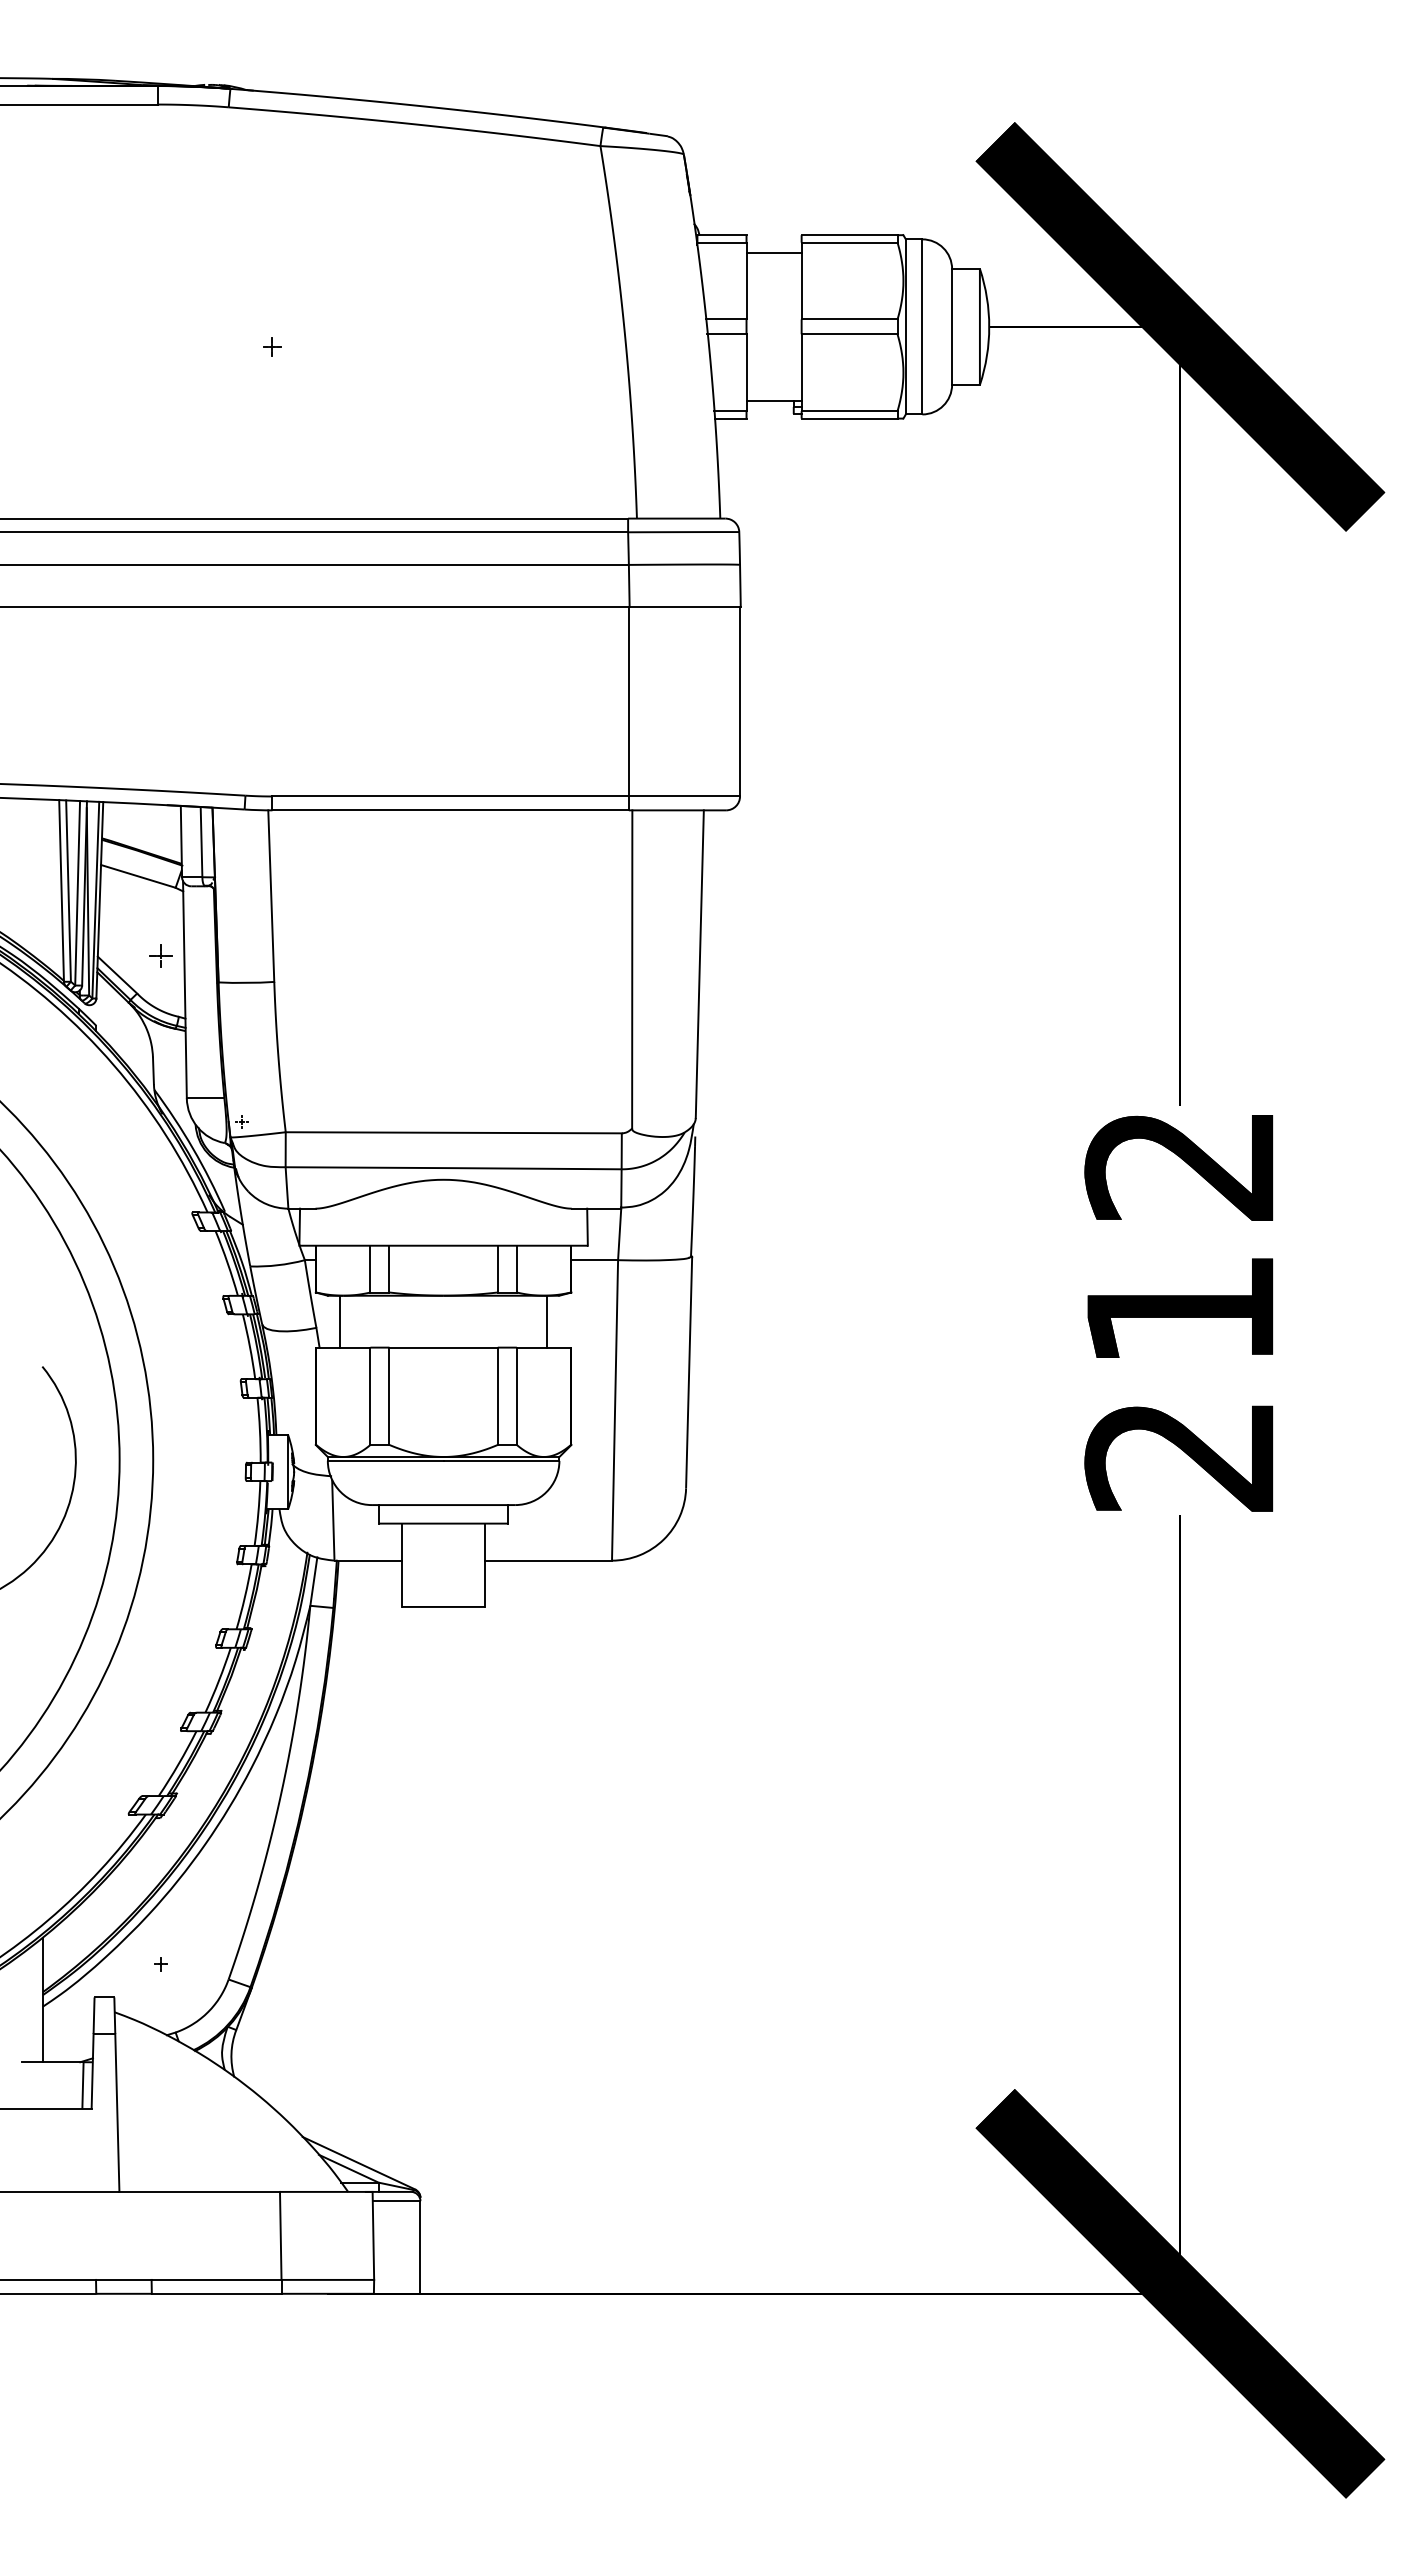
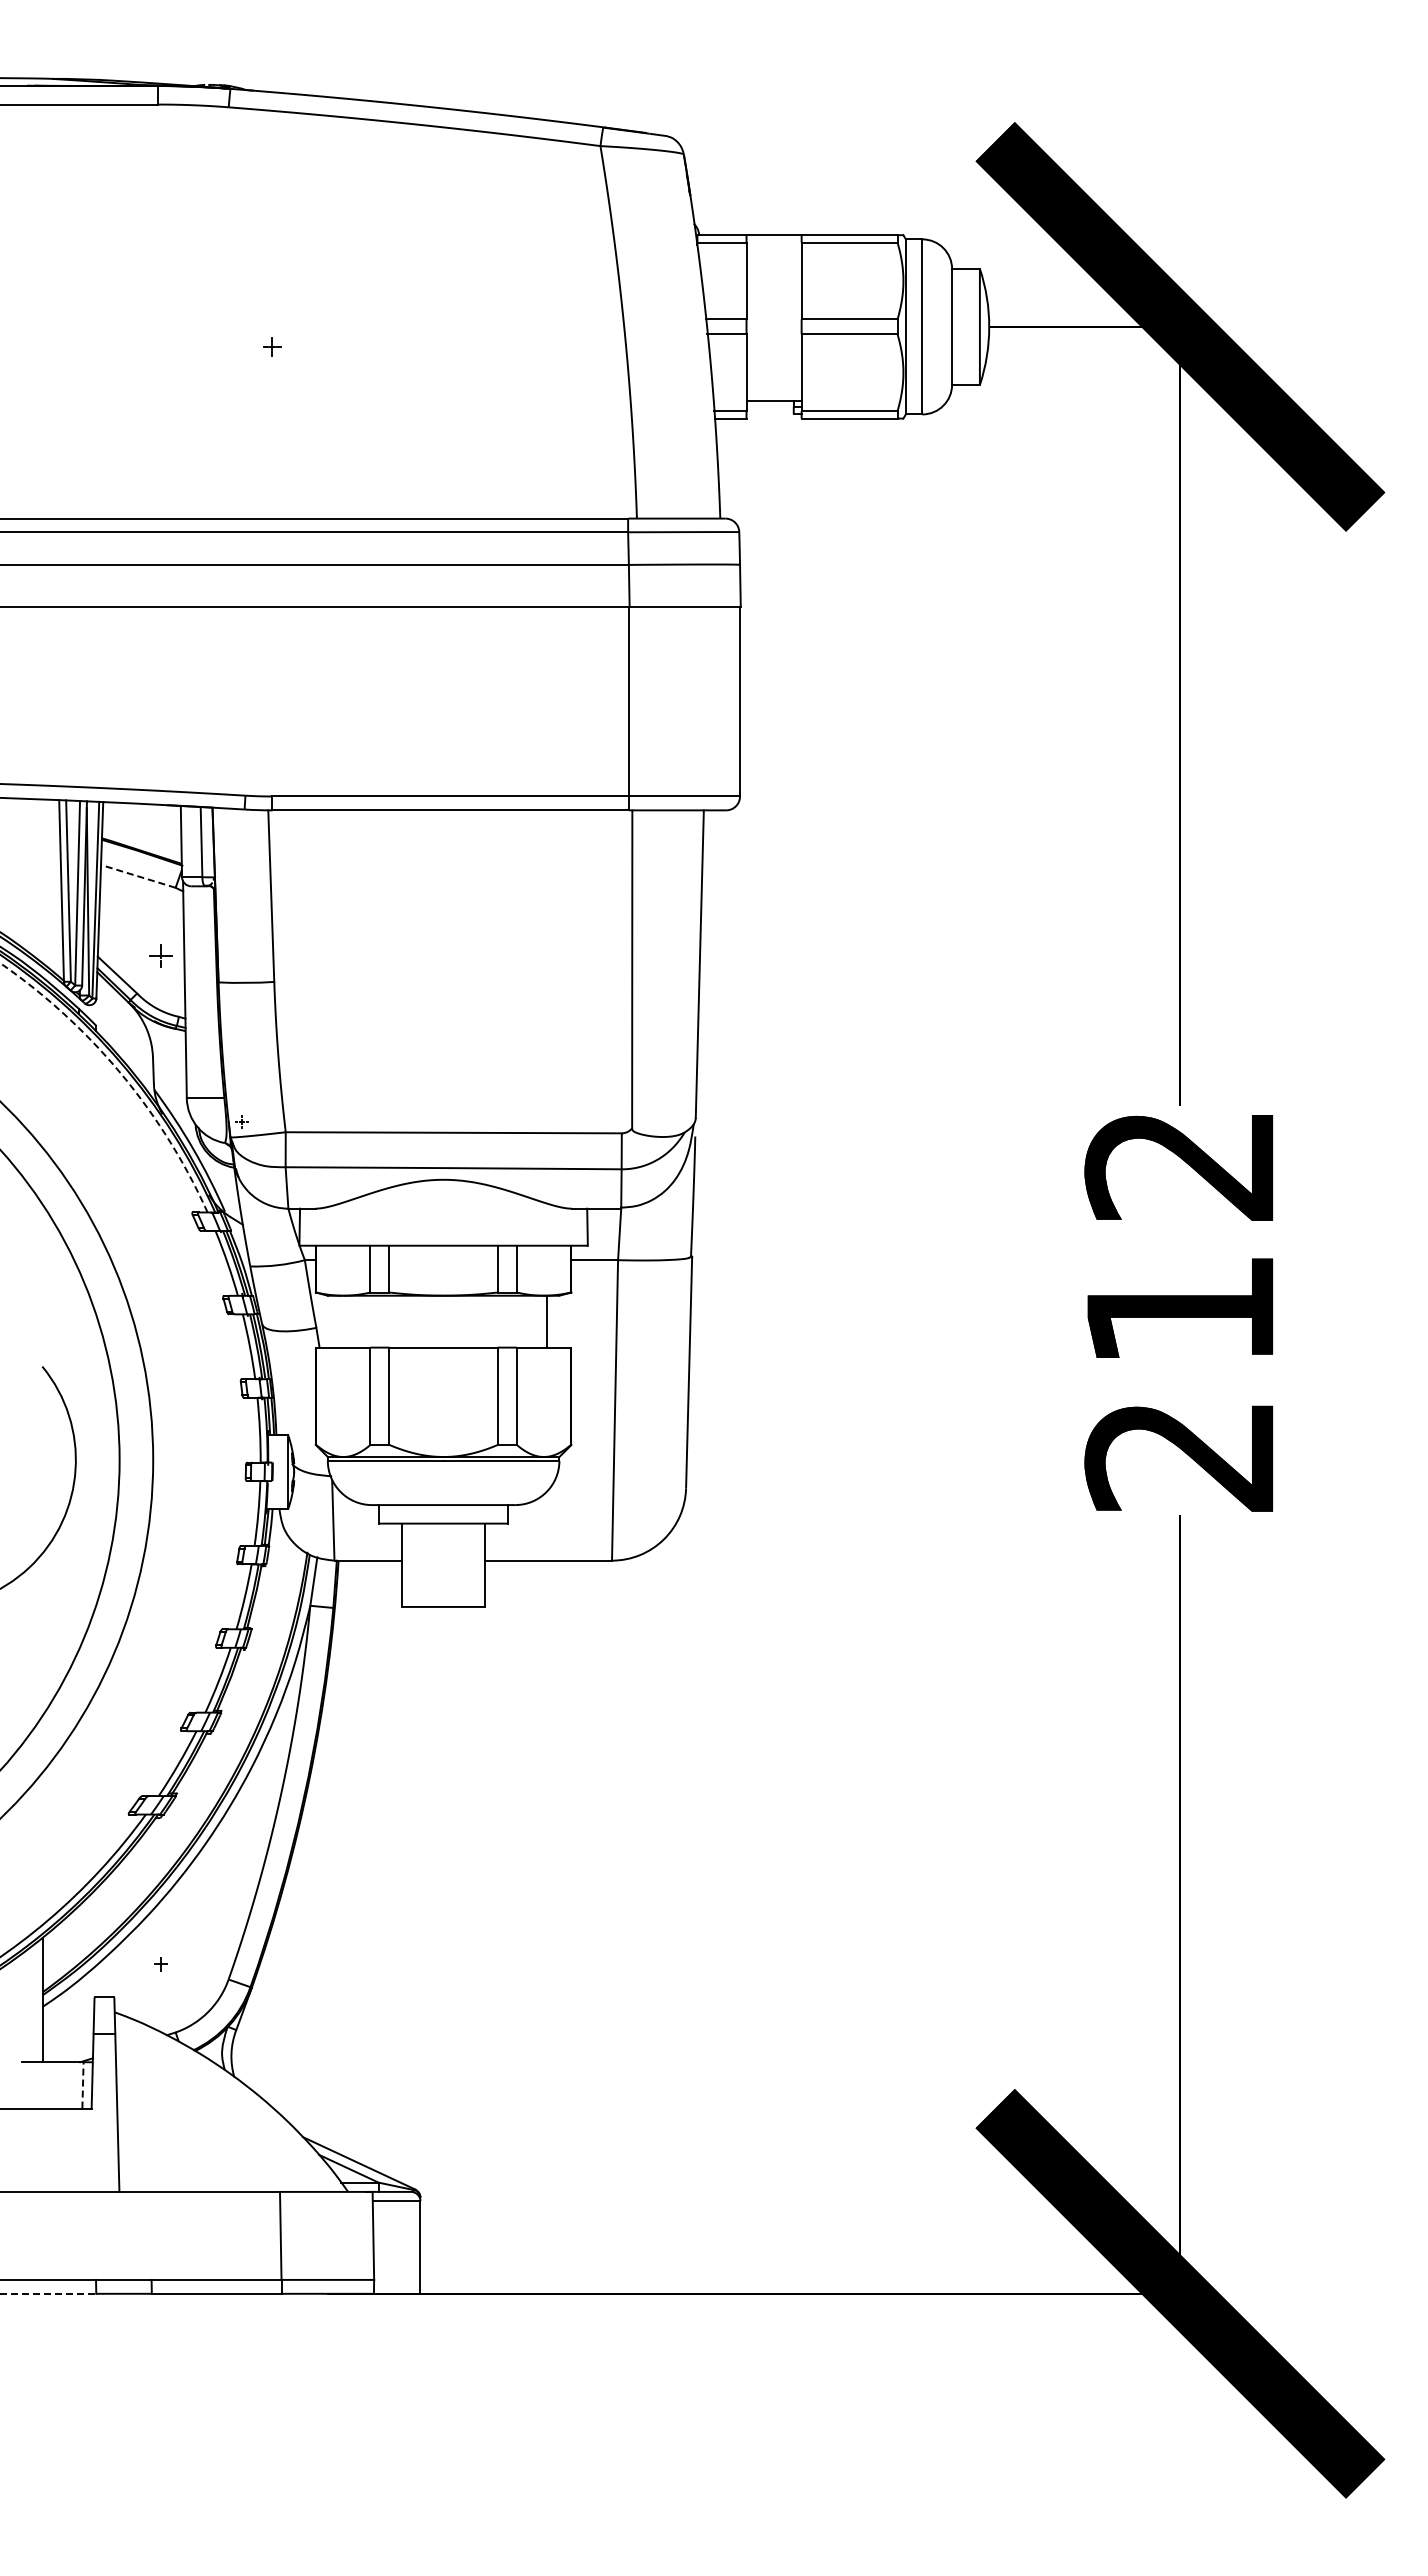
line at (773, 252) position: (773, 252) -> (773, 234)
line at (137, 876): solid -> dashed
arc at (120, 1073): solid -> dashed
line at (340, 1321): present -> none
line at (83, 2084): solid -> dashed
line at (47, 2293): solid -> dashed
